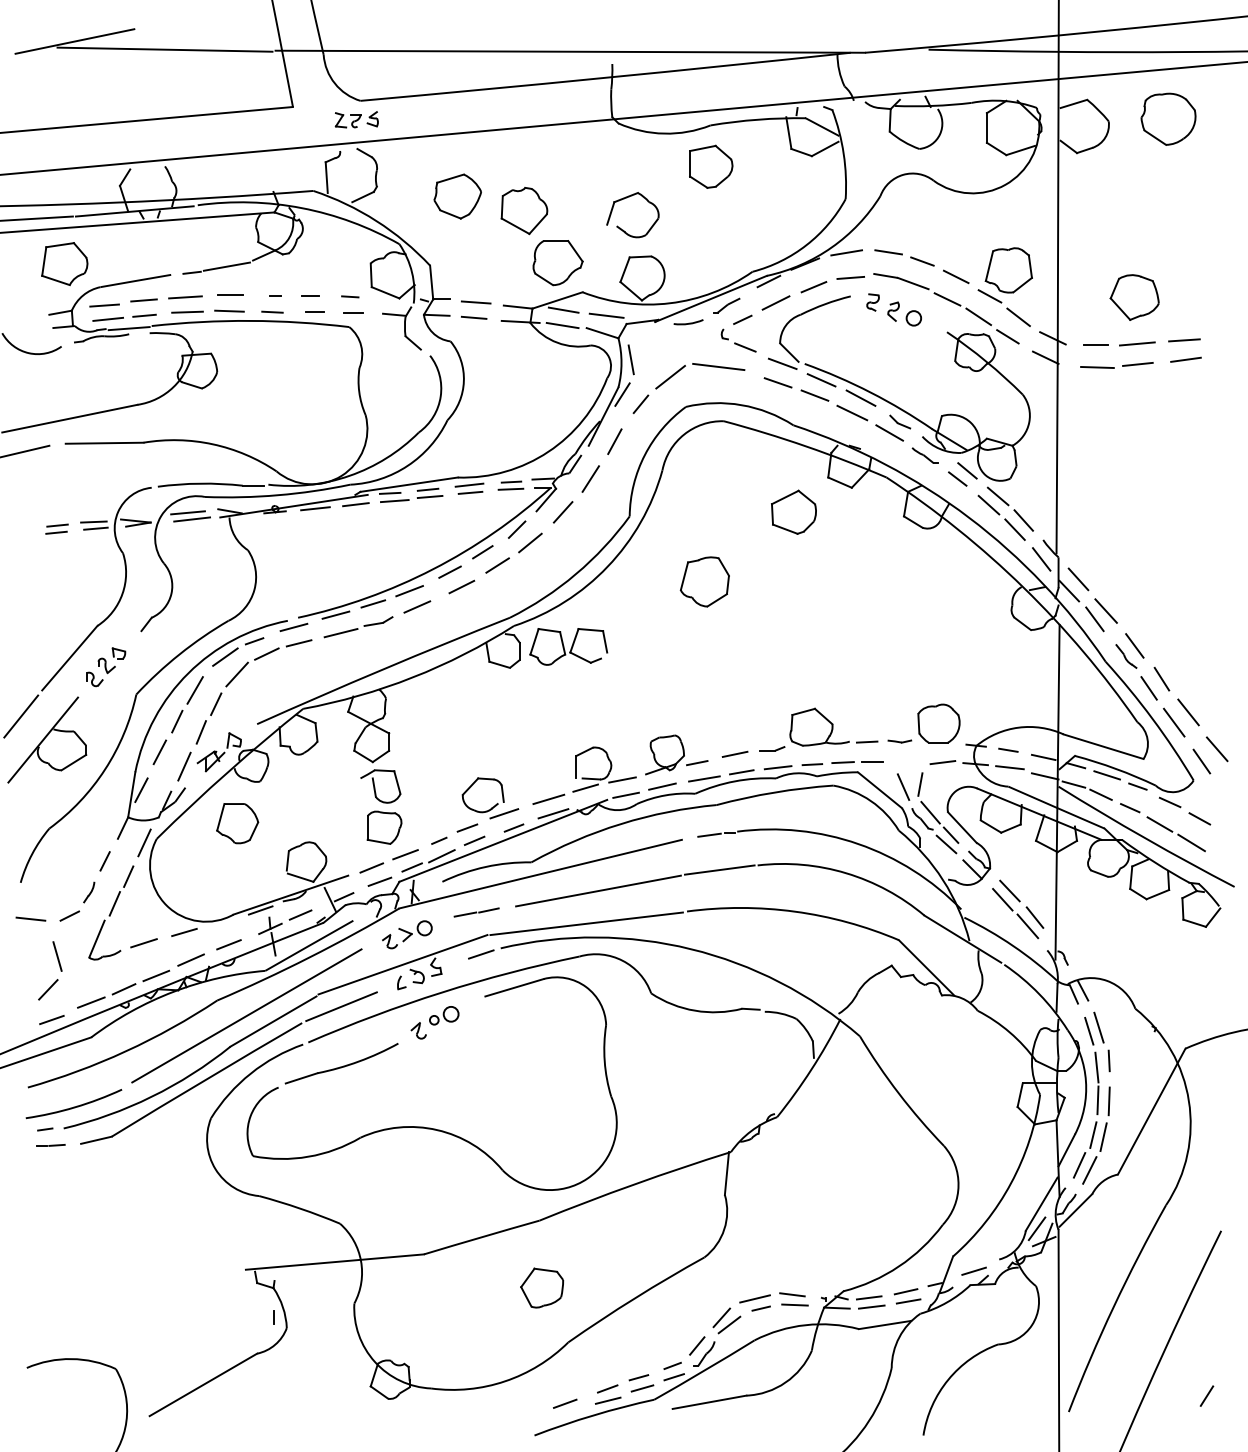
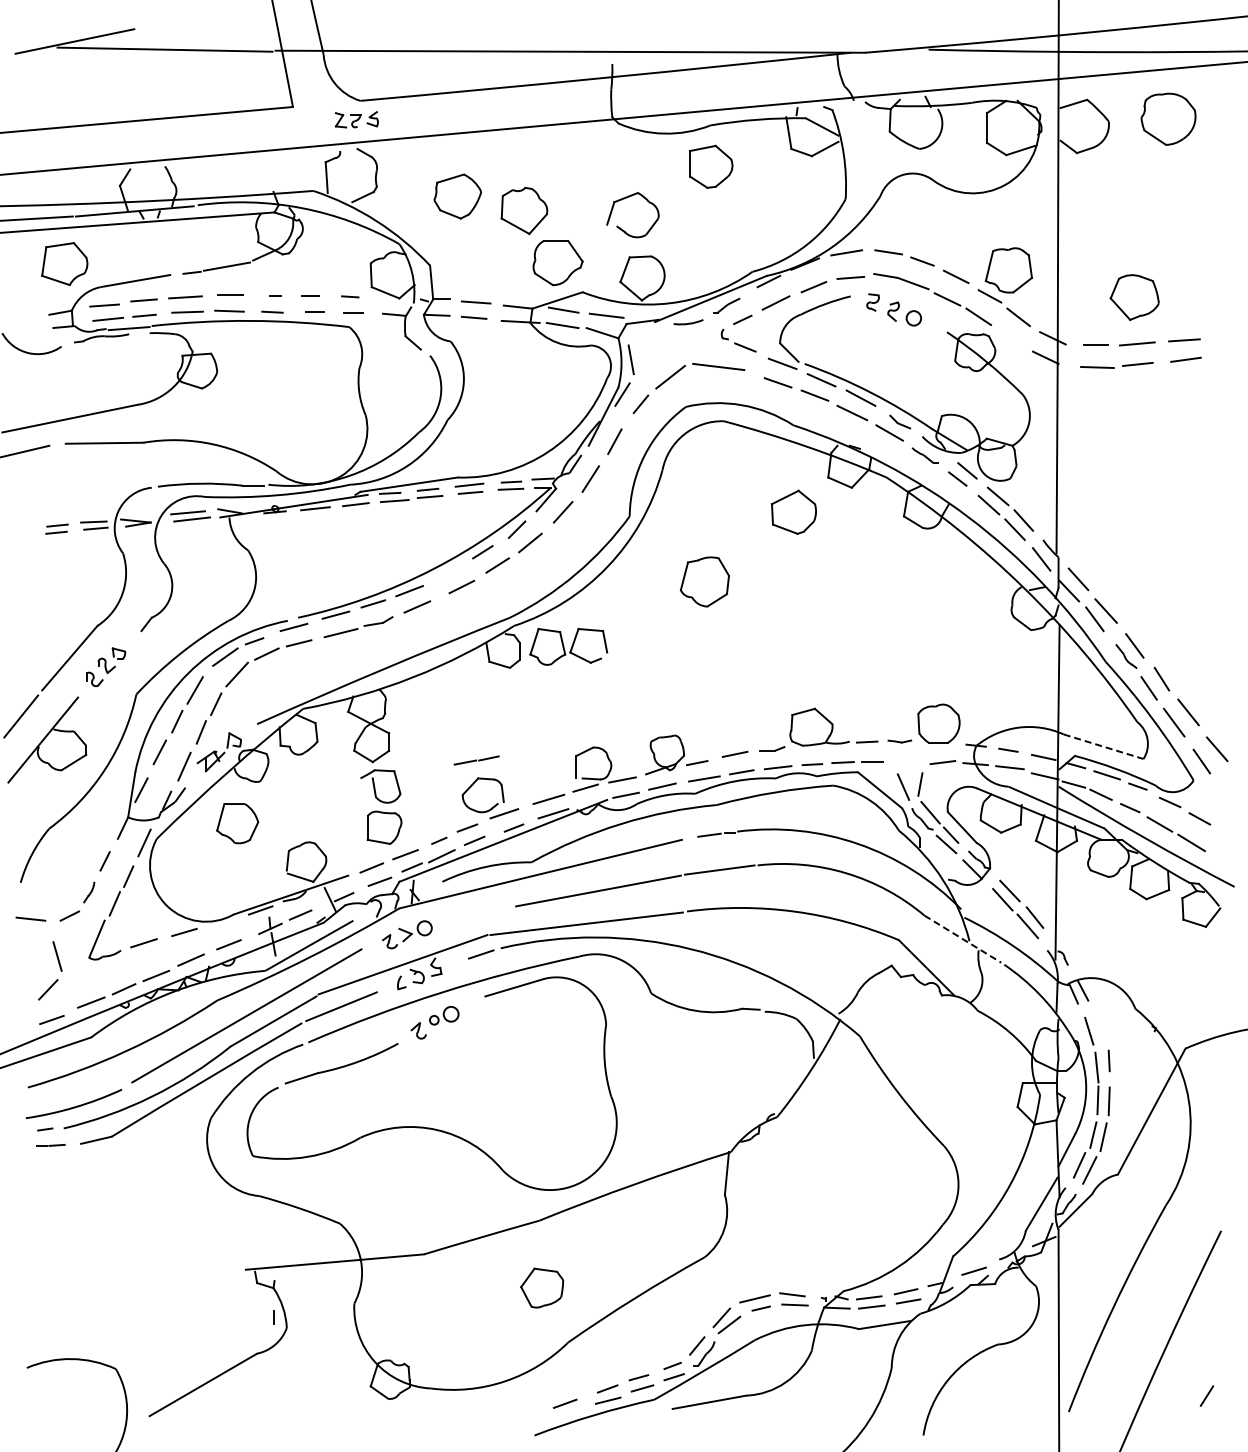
line at (1007, 336): present -> none
line at (449, 571): present -> none
line at (1103, 746): solid -> dashed
line at (476, 912) position: (476, 912) -> (476, 760)
line at (963, 939): solid -> dashed
line at (1098, 1027): present -> none
line at (1036, 1228): present -> none
